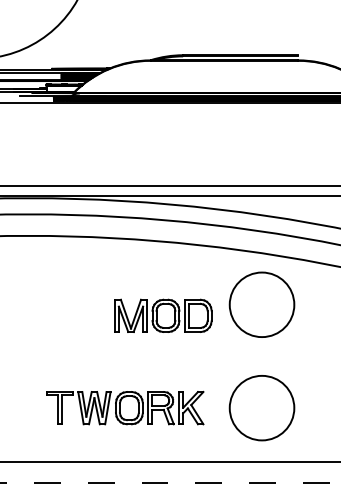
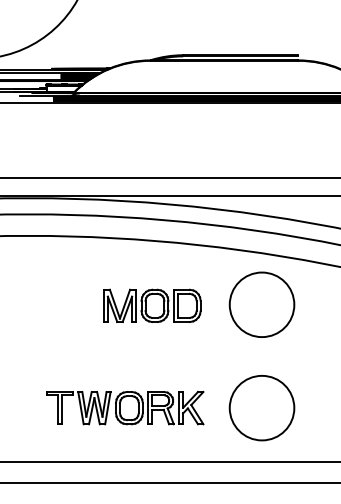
line at (169, 185) position: (169, 185) -> (169, 177)
part at (163, 315) position: (163, 315) -> (152, 305)
line at (169, 483): dashed -> solid
